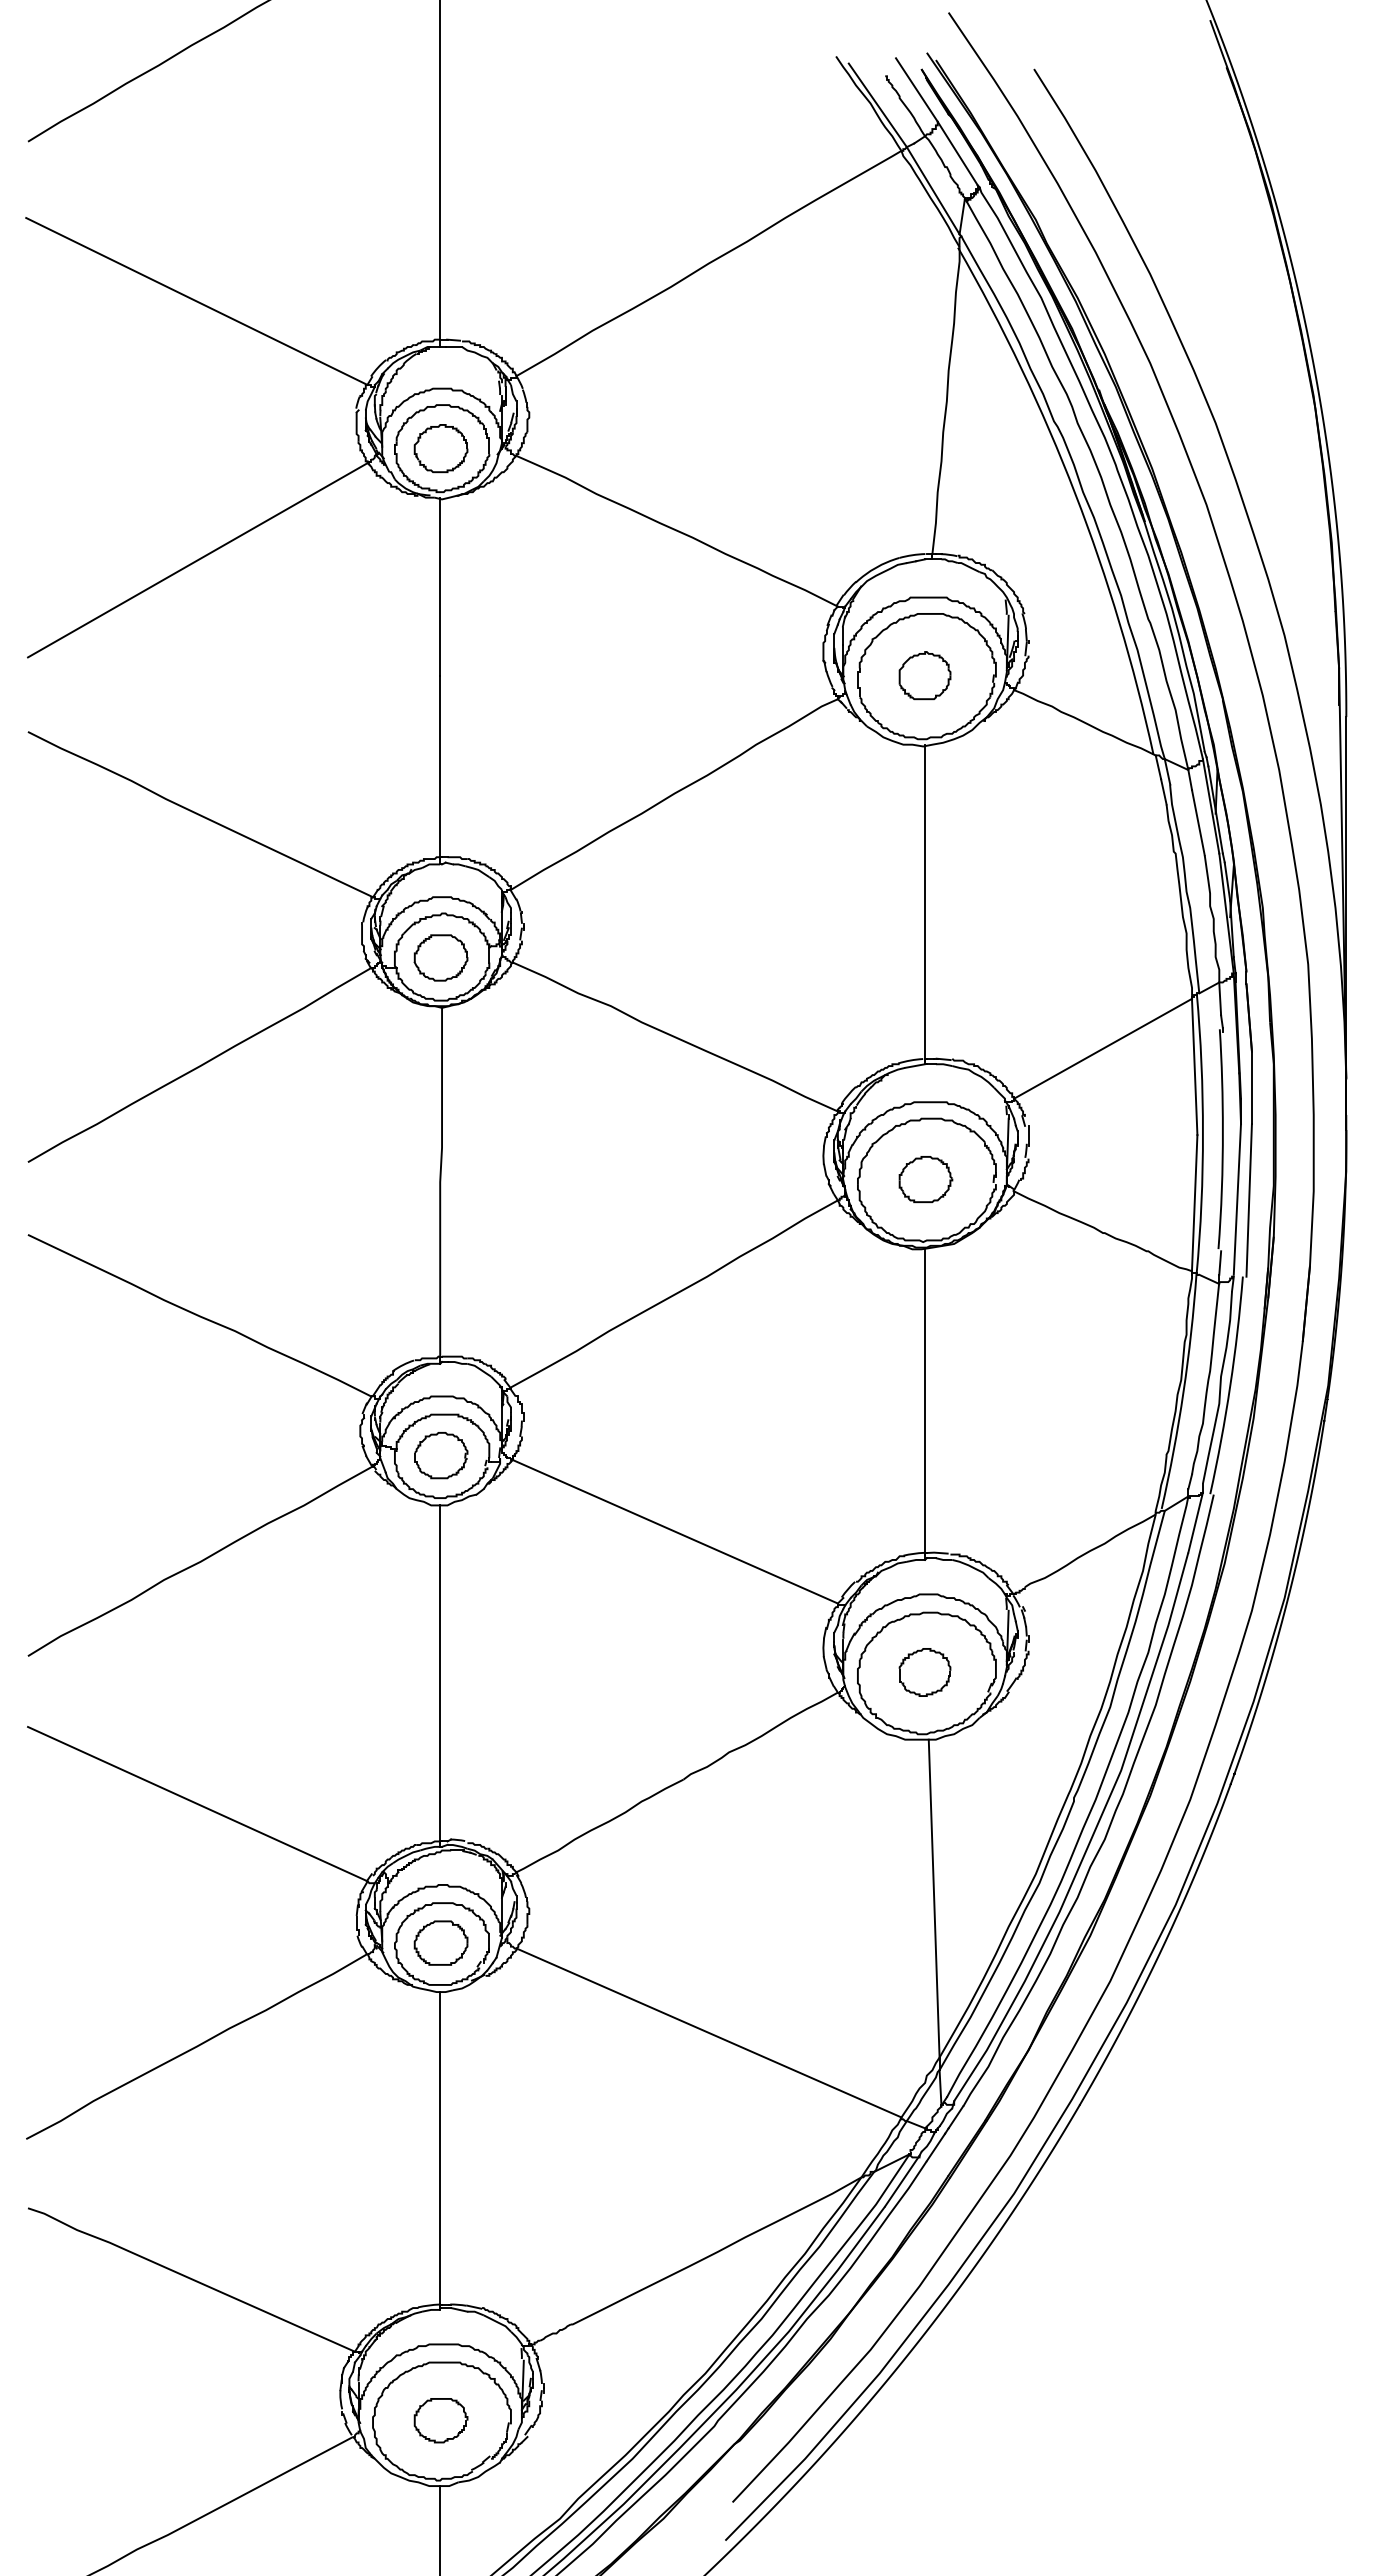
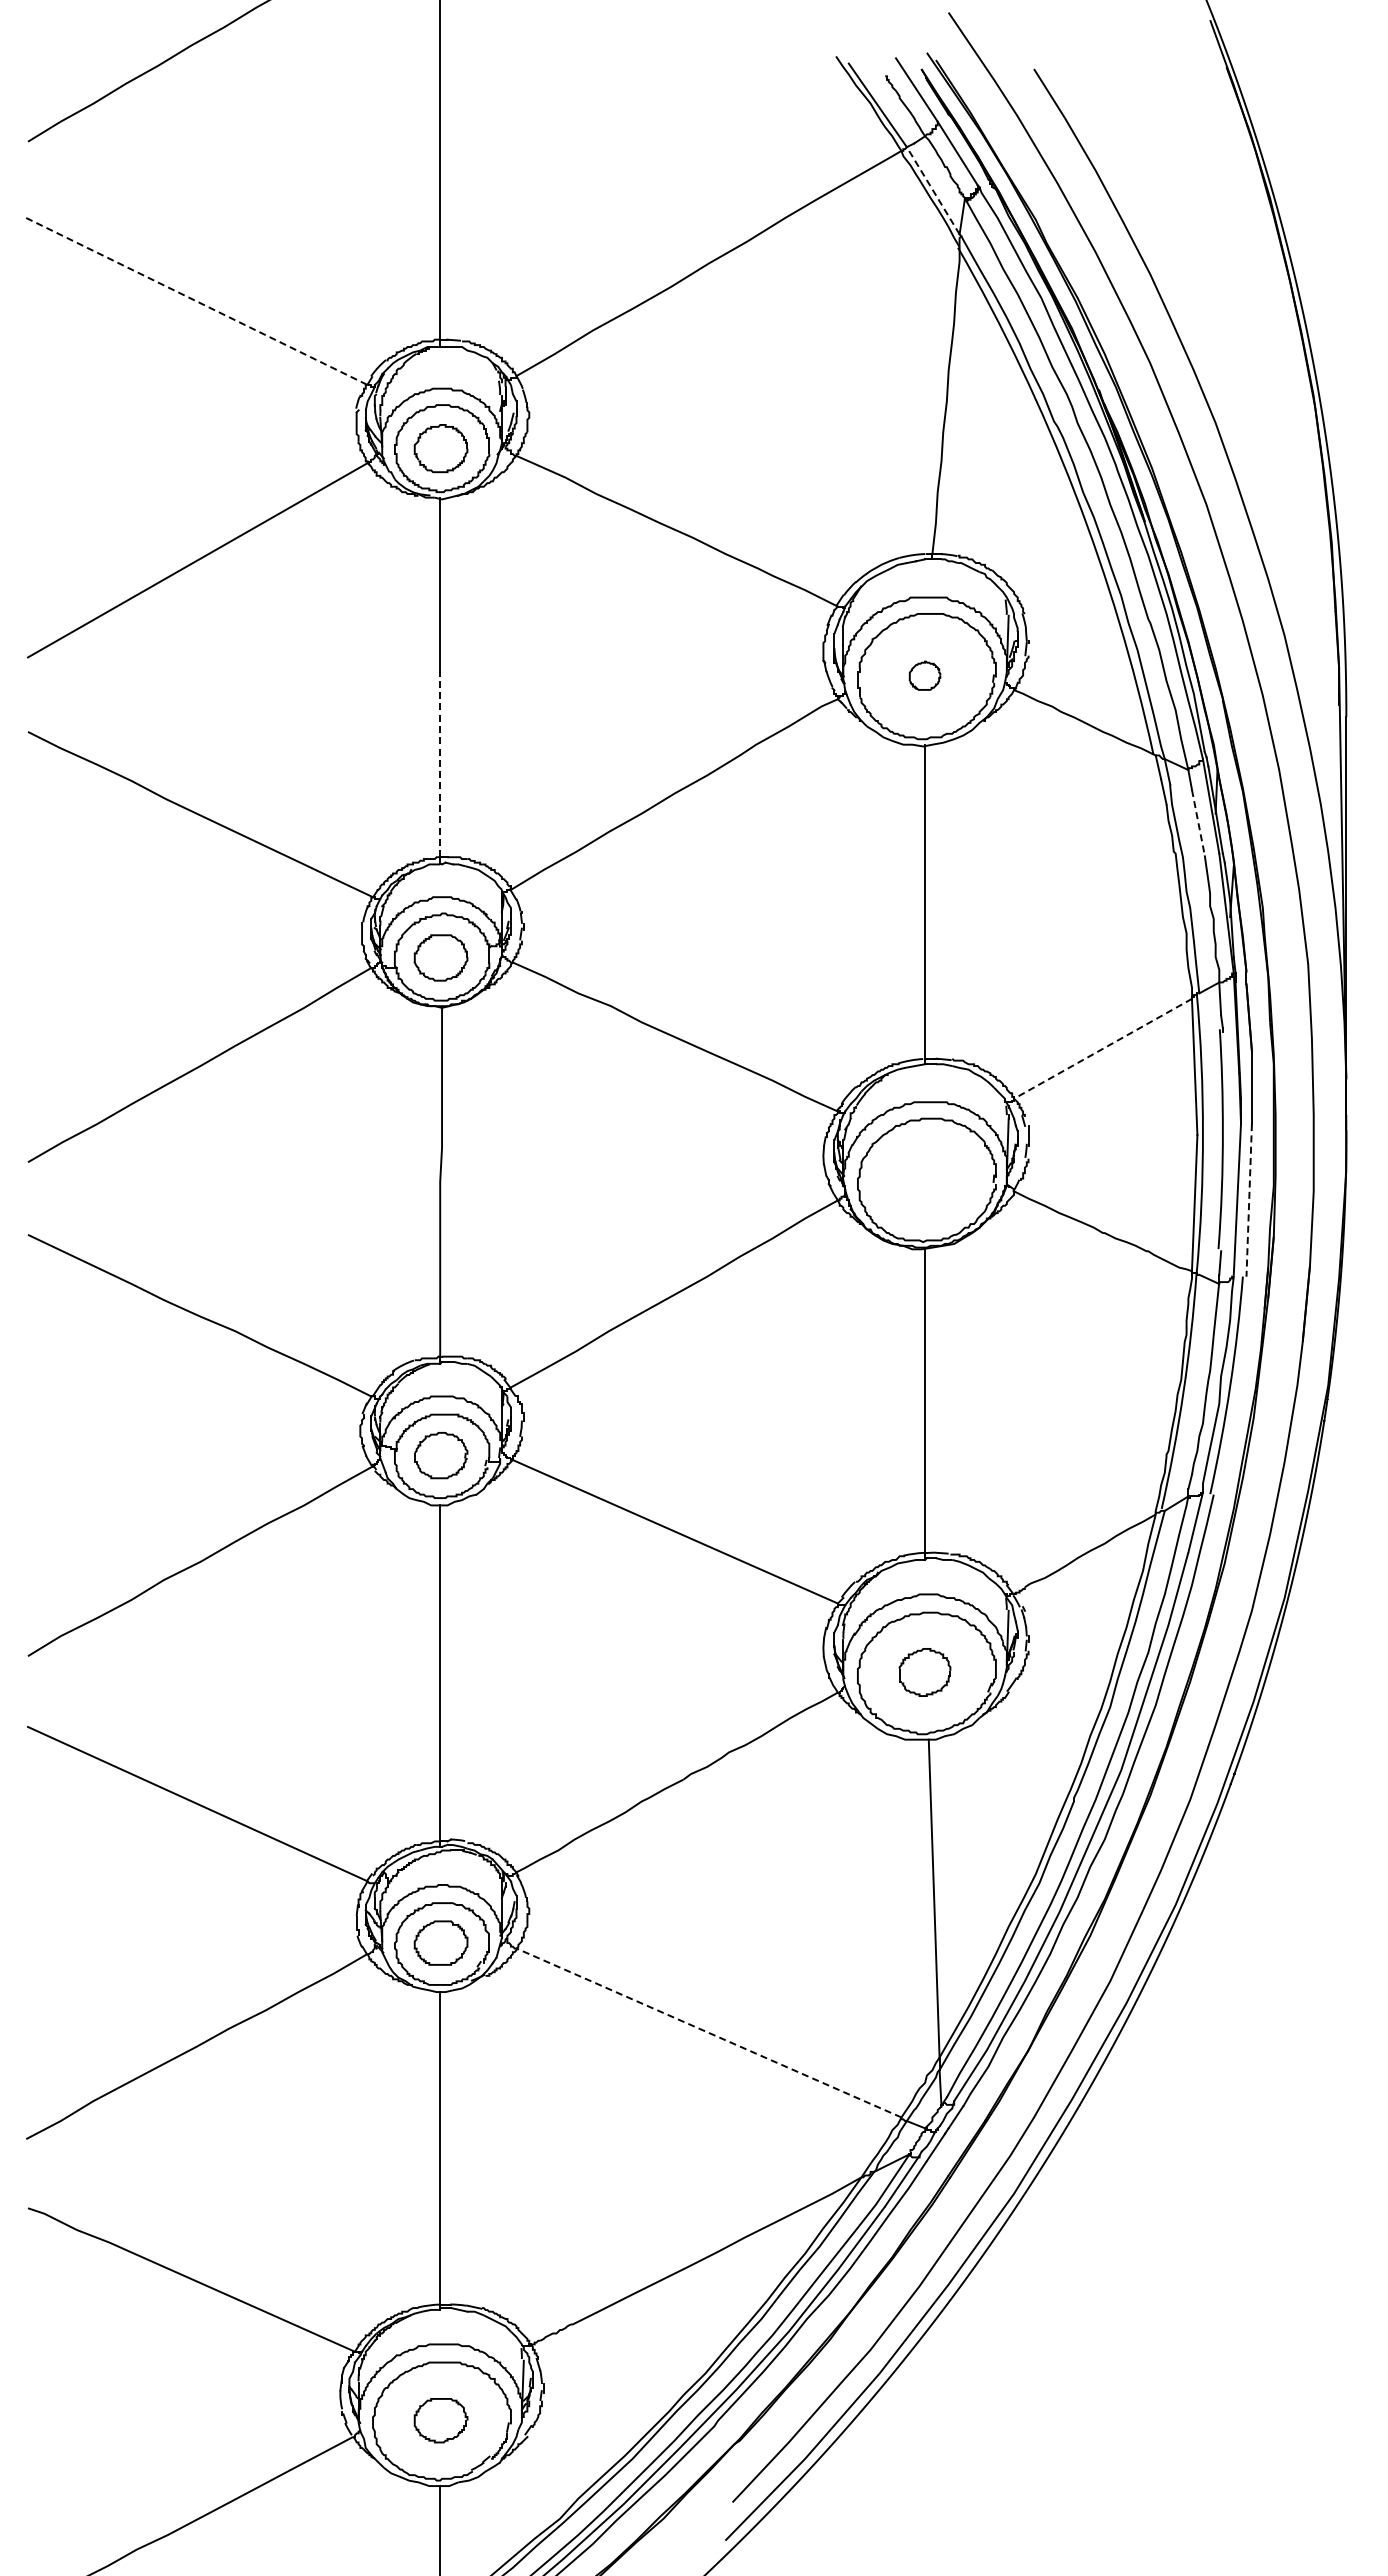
line at (933, 190): solid -> dashed
line at (197, 301): solid -> dashed
part at (924, 675) size: 54x50 px -> 34x31 px
line at (440, 766): solid -> dashed
line at (1198, 823): solid -> dashed
line at (1102, 1049): solid -> dashed
part at (925, 1179): present -> none
line at (1249, 1200): solid -> dashed
line at (708, 2032): solid -> dashed
